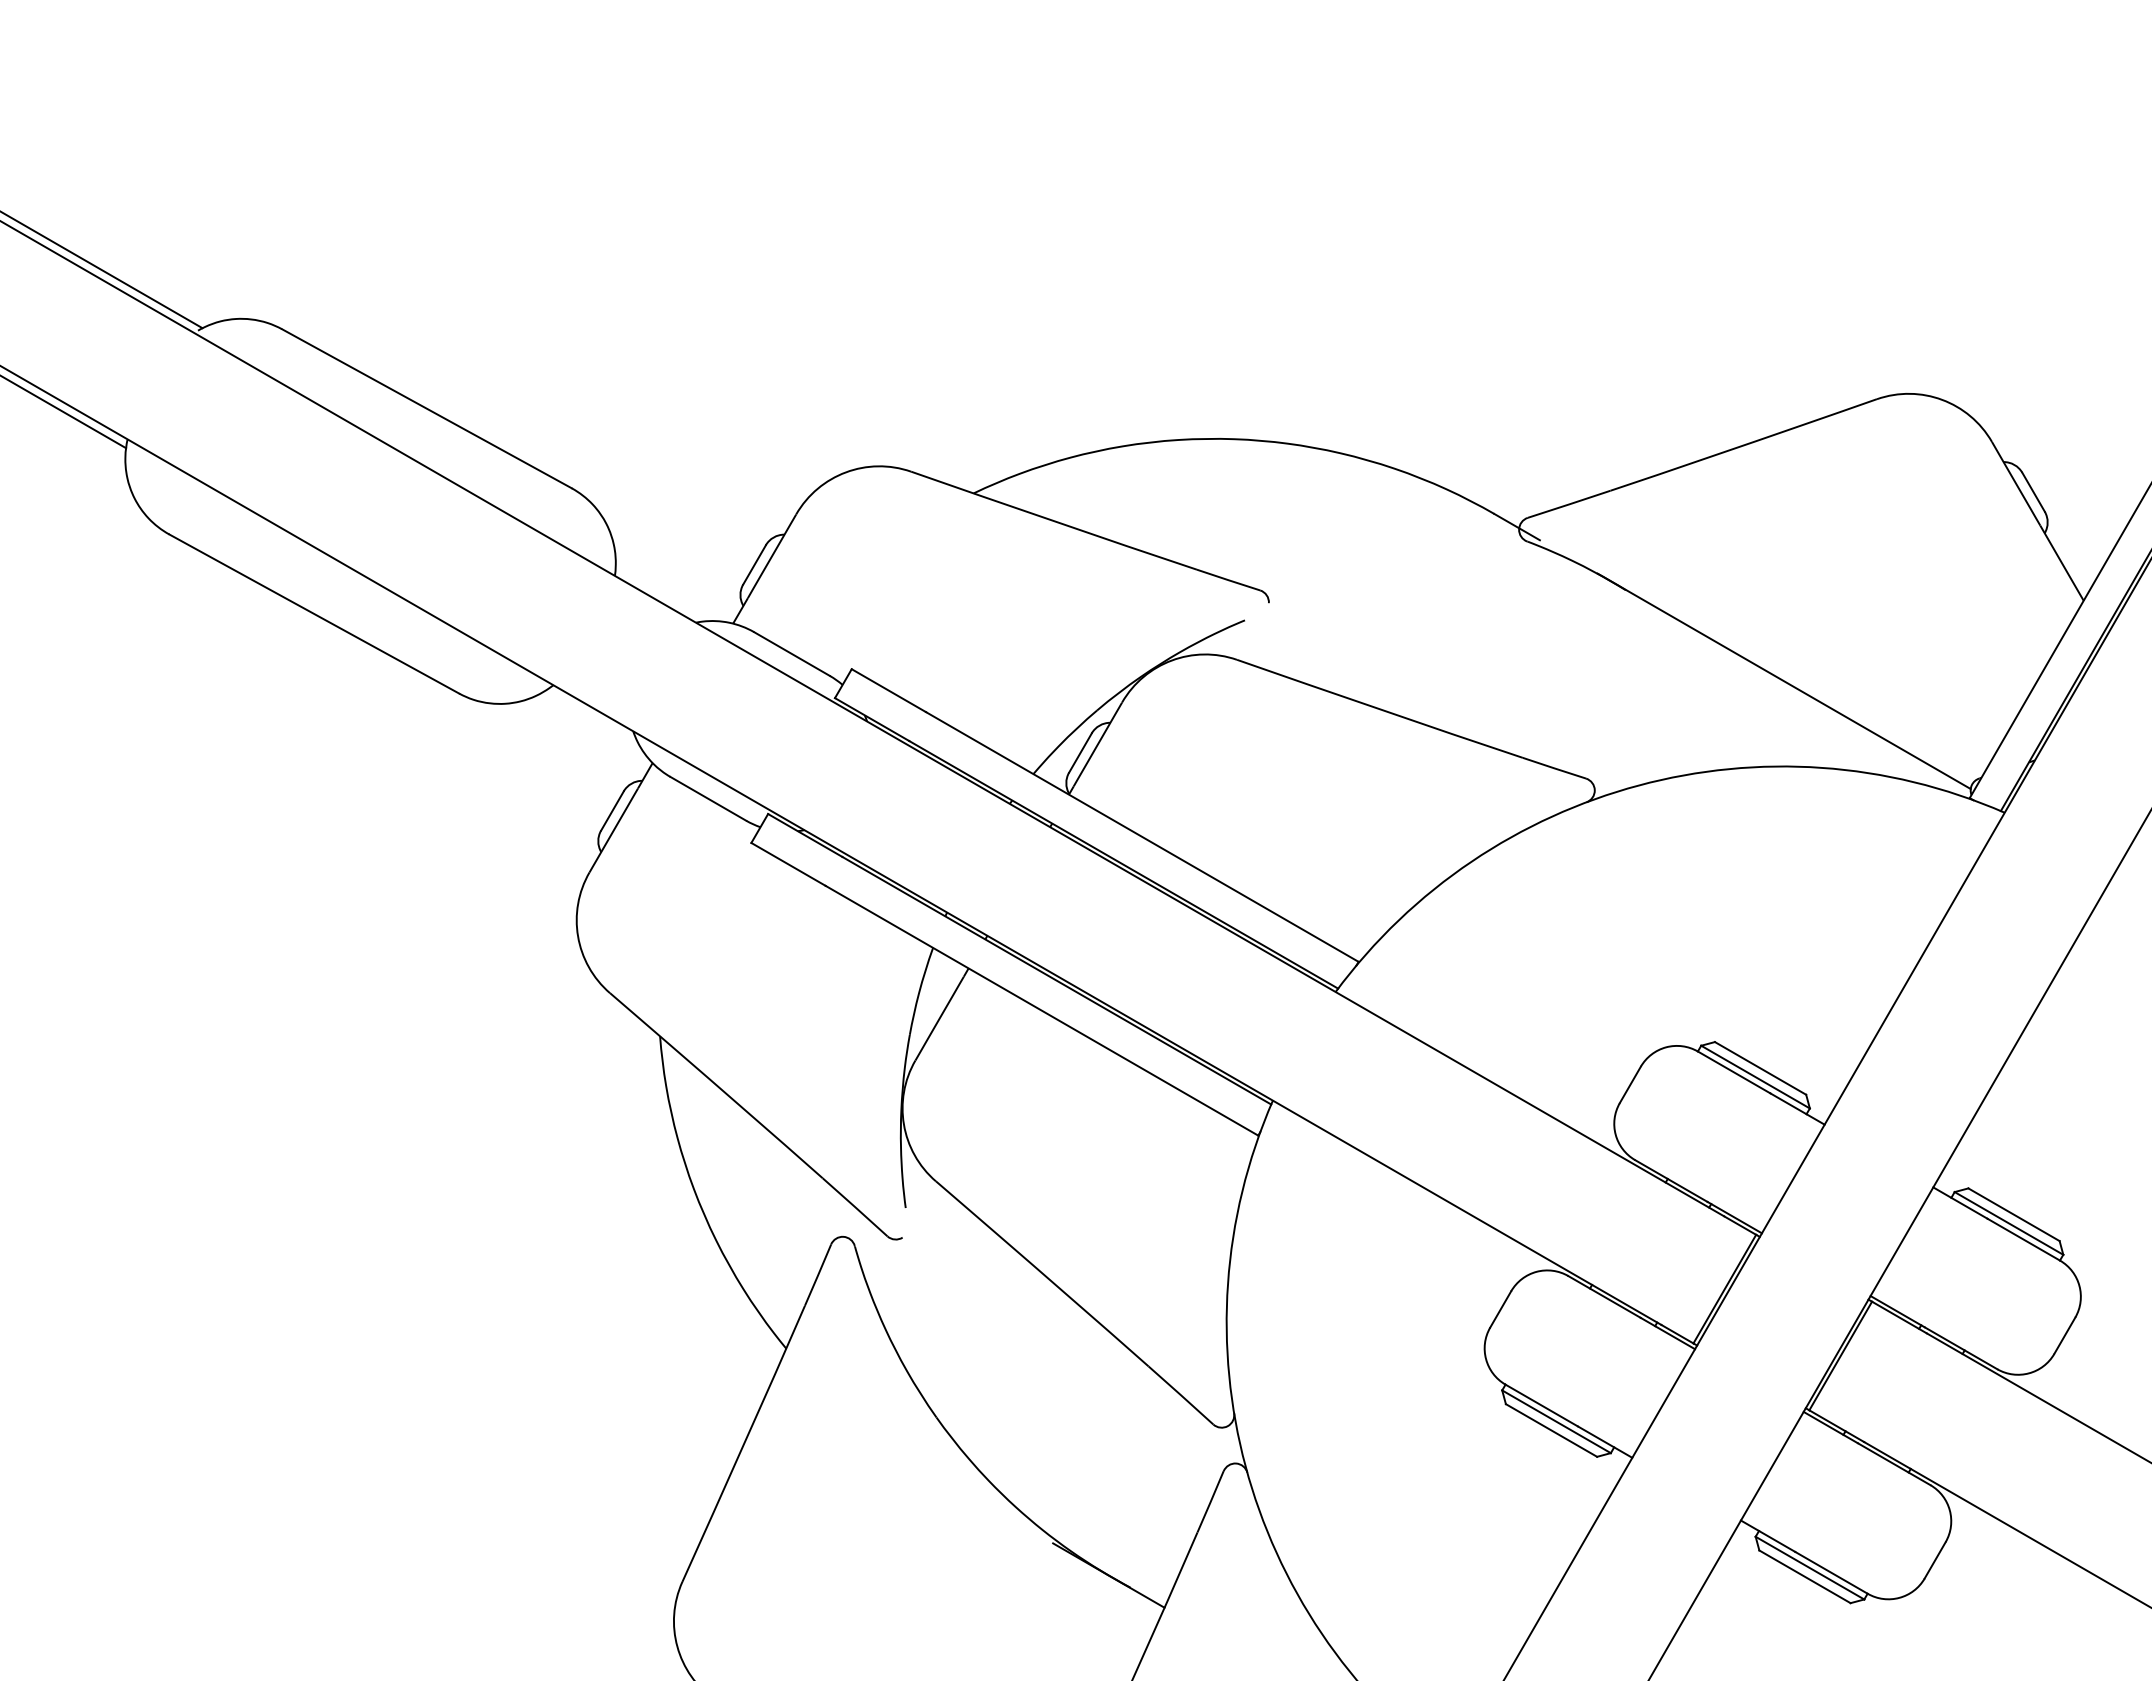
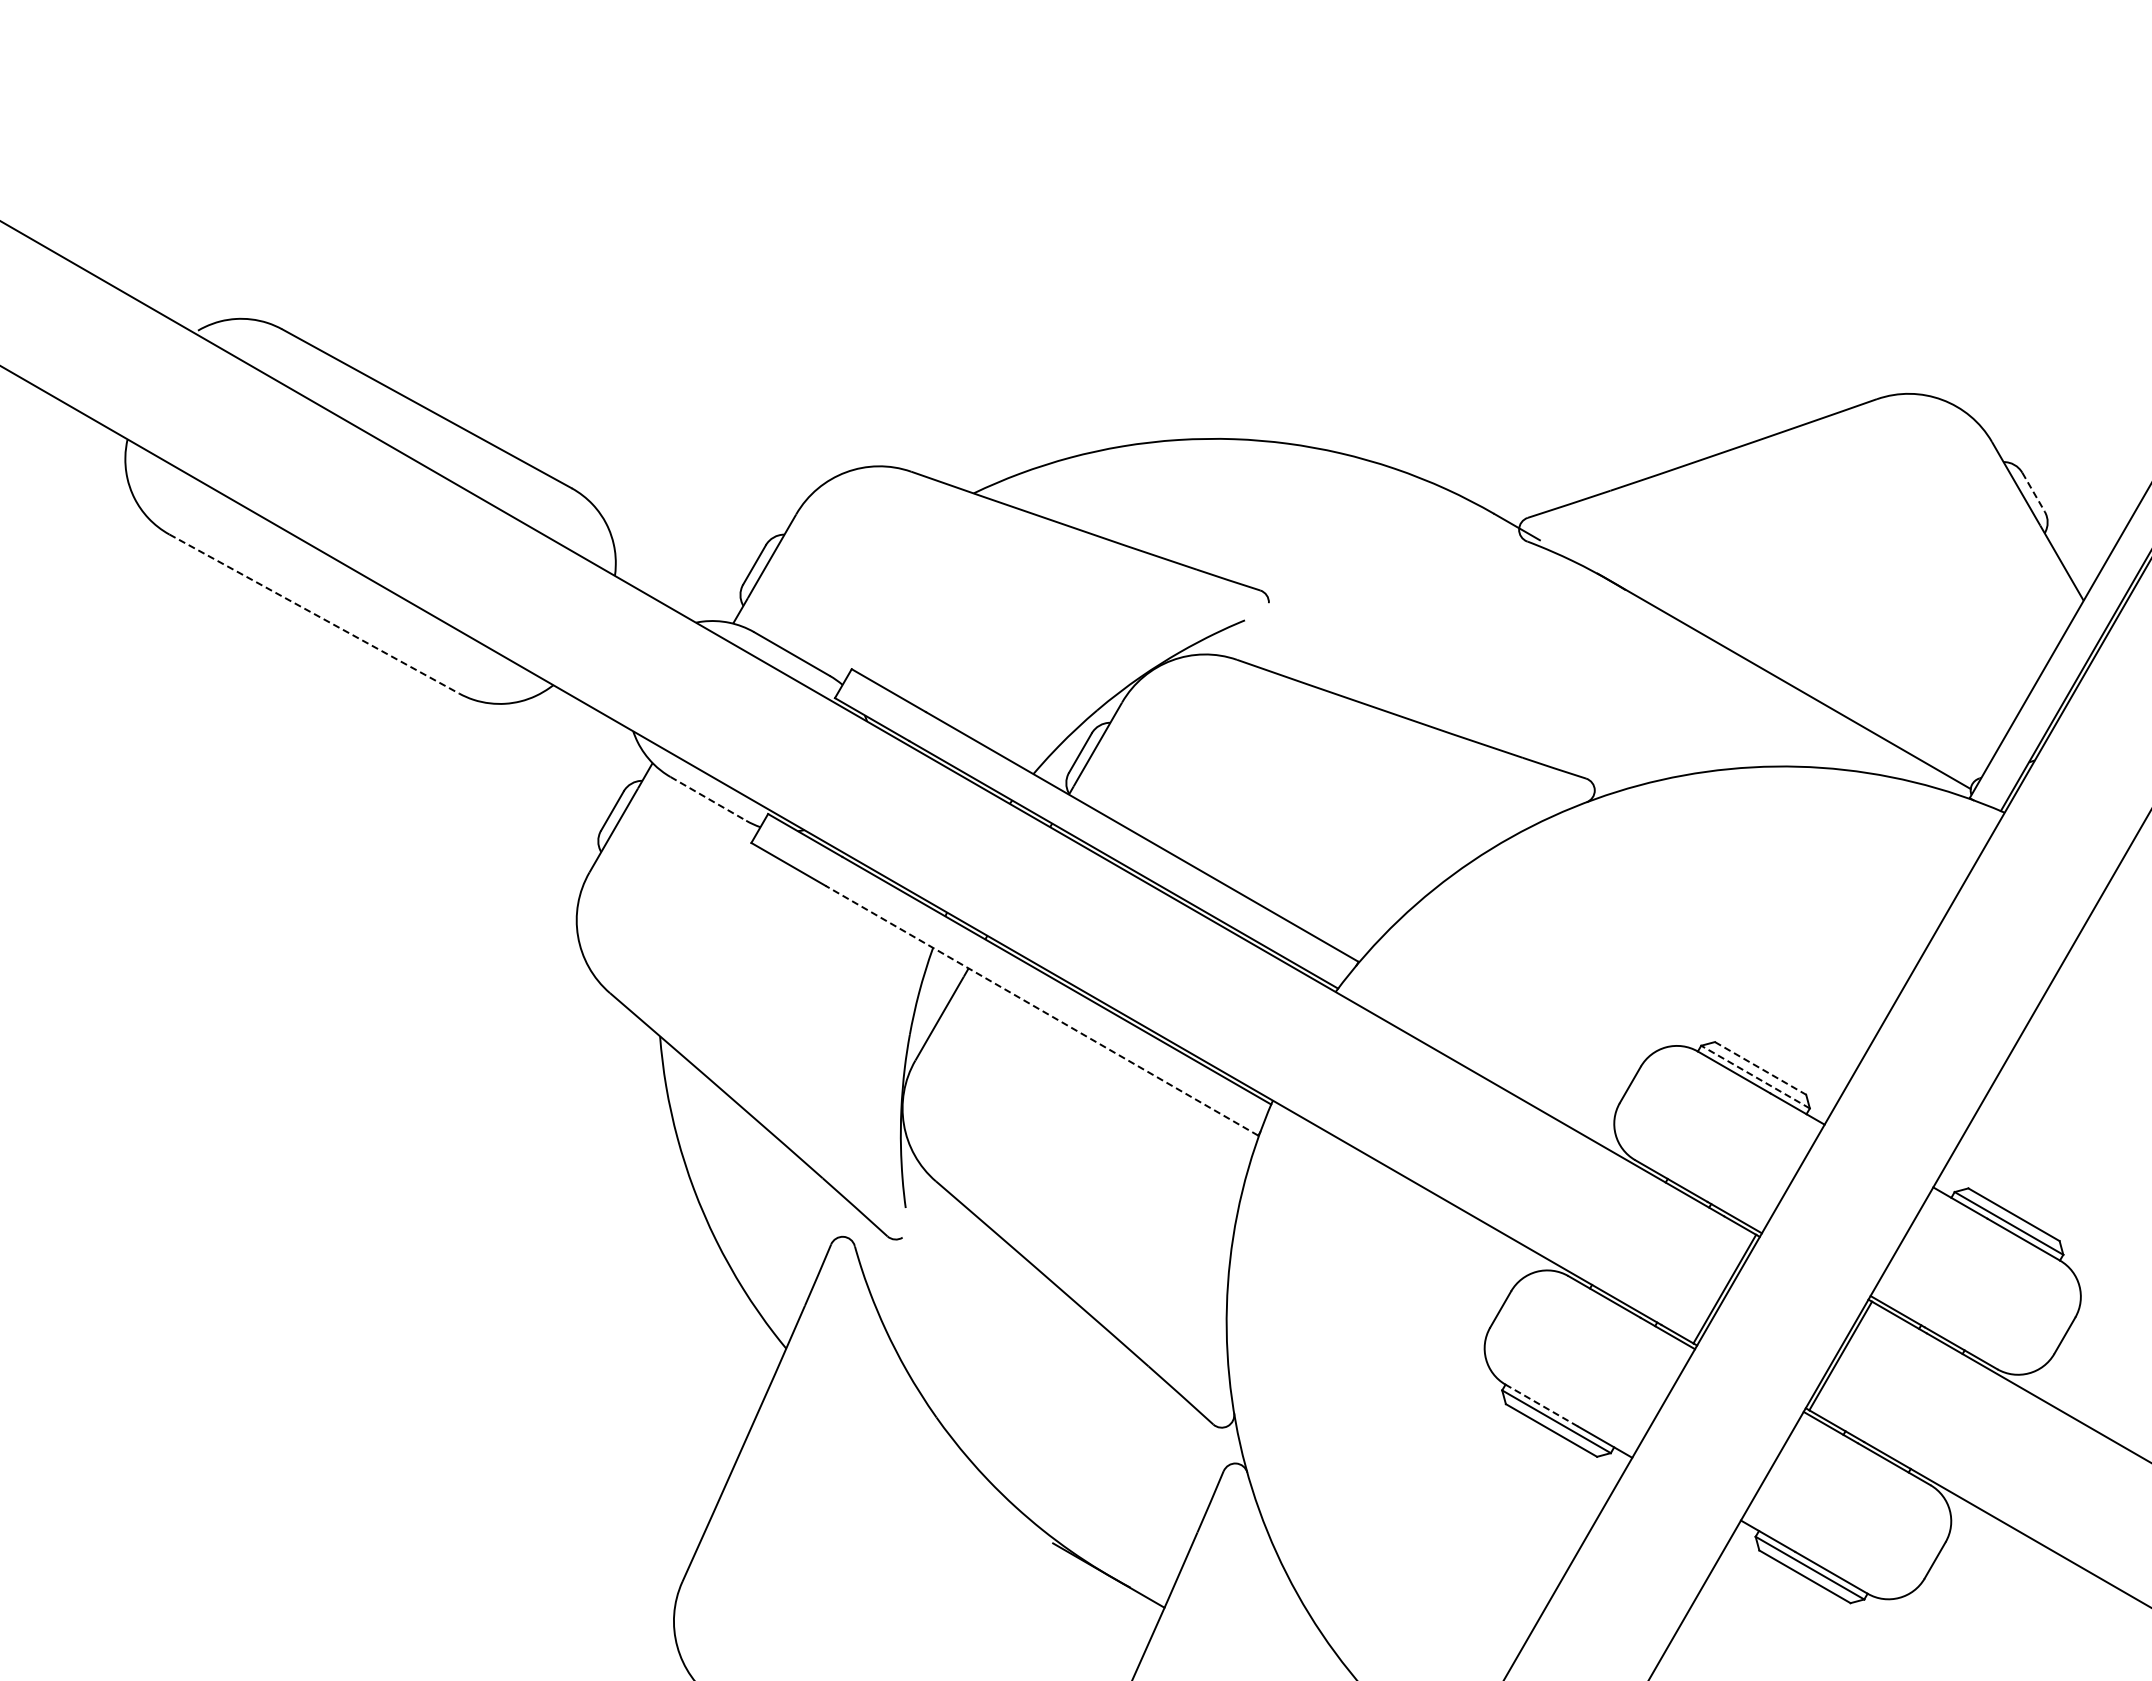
line at (102, 270): present -> none
line at (64, 412): present -> none
line at (2033, 492): solid -> dashed
line at (314, 614): solid -> dashed
line at (708, 798): solid -> dashed
line at (1041, 1010): solid -> dashed
line at (1760, 1068): solid -> dashed
line at (1755, 1077): solid -> dashed
line at (1541, 1405): solid -> dashed
